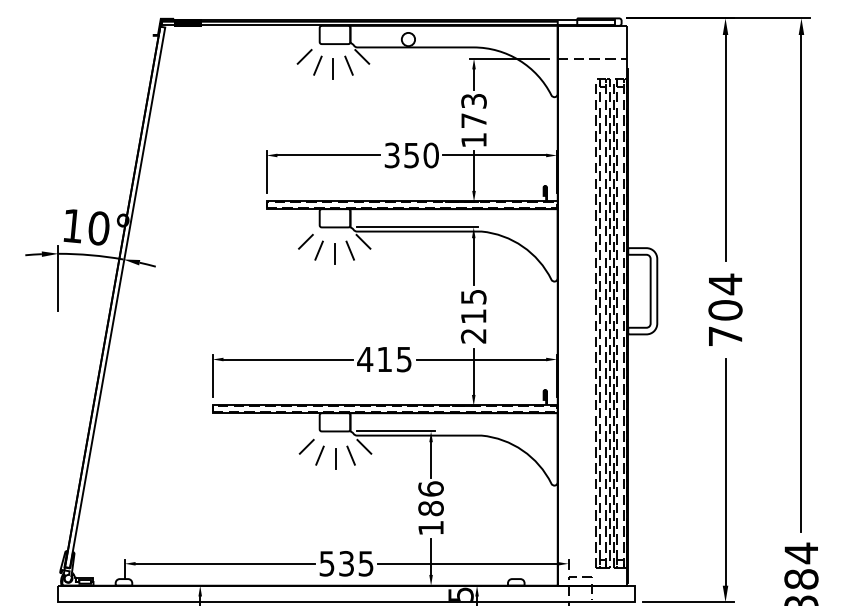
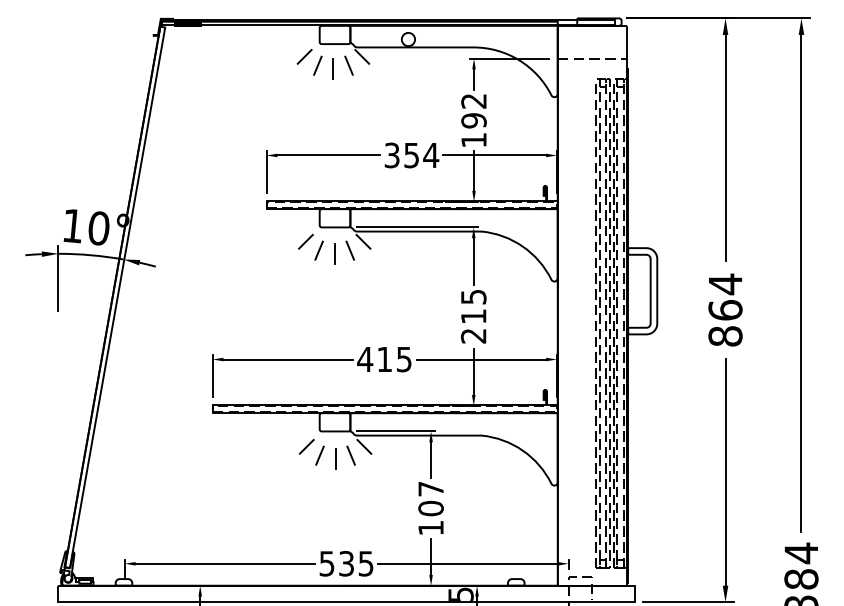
text at (473, 111): 173 -> 192
text at (431, 155): 350 -> 354
text at (725, 323): 704 -> 864
text at (430, 498): 186 -> 107
